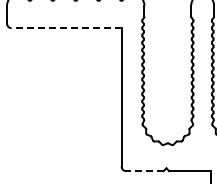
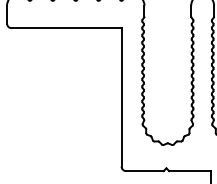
line at (66, 28): dashed -> solid
line at (144, 171): dashed -> solid
